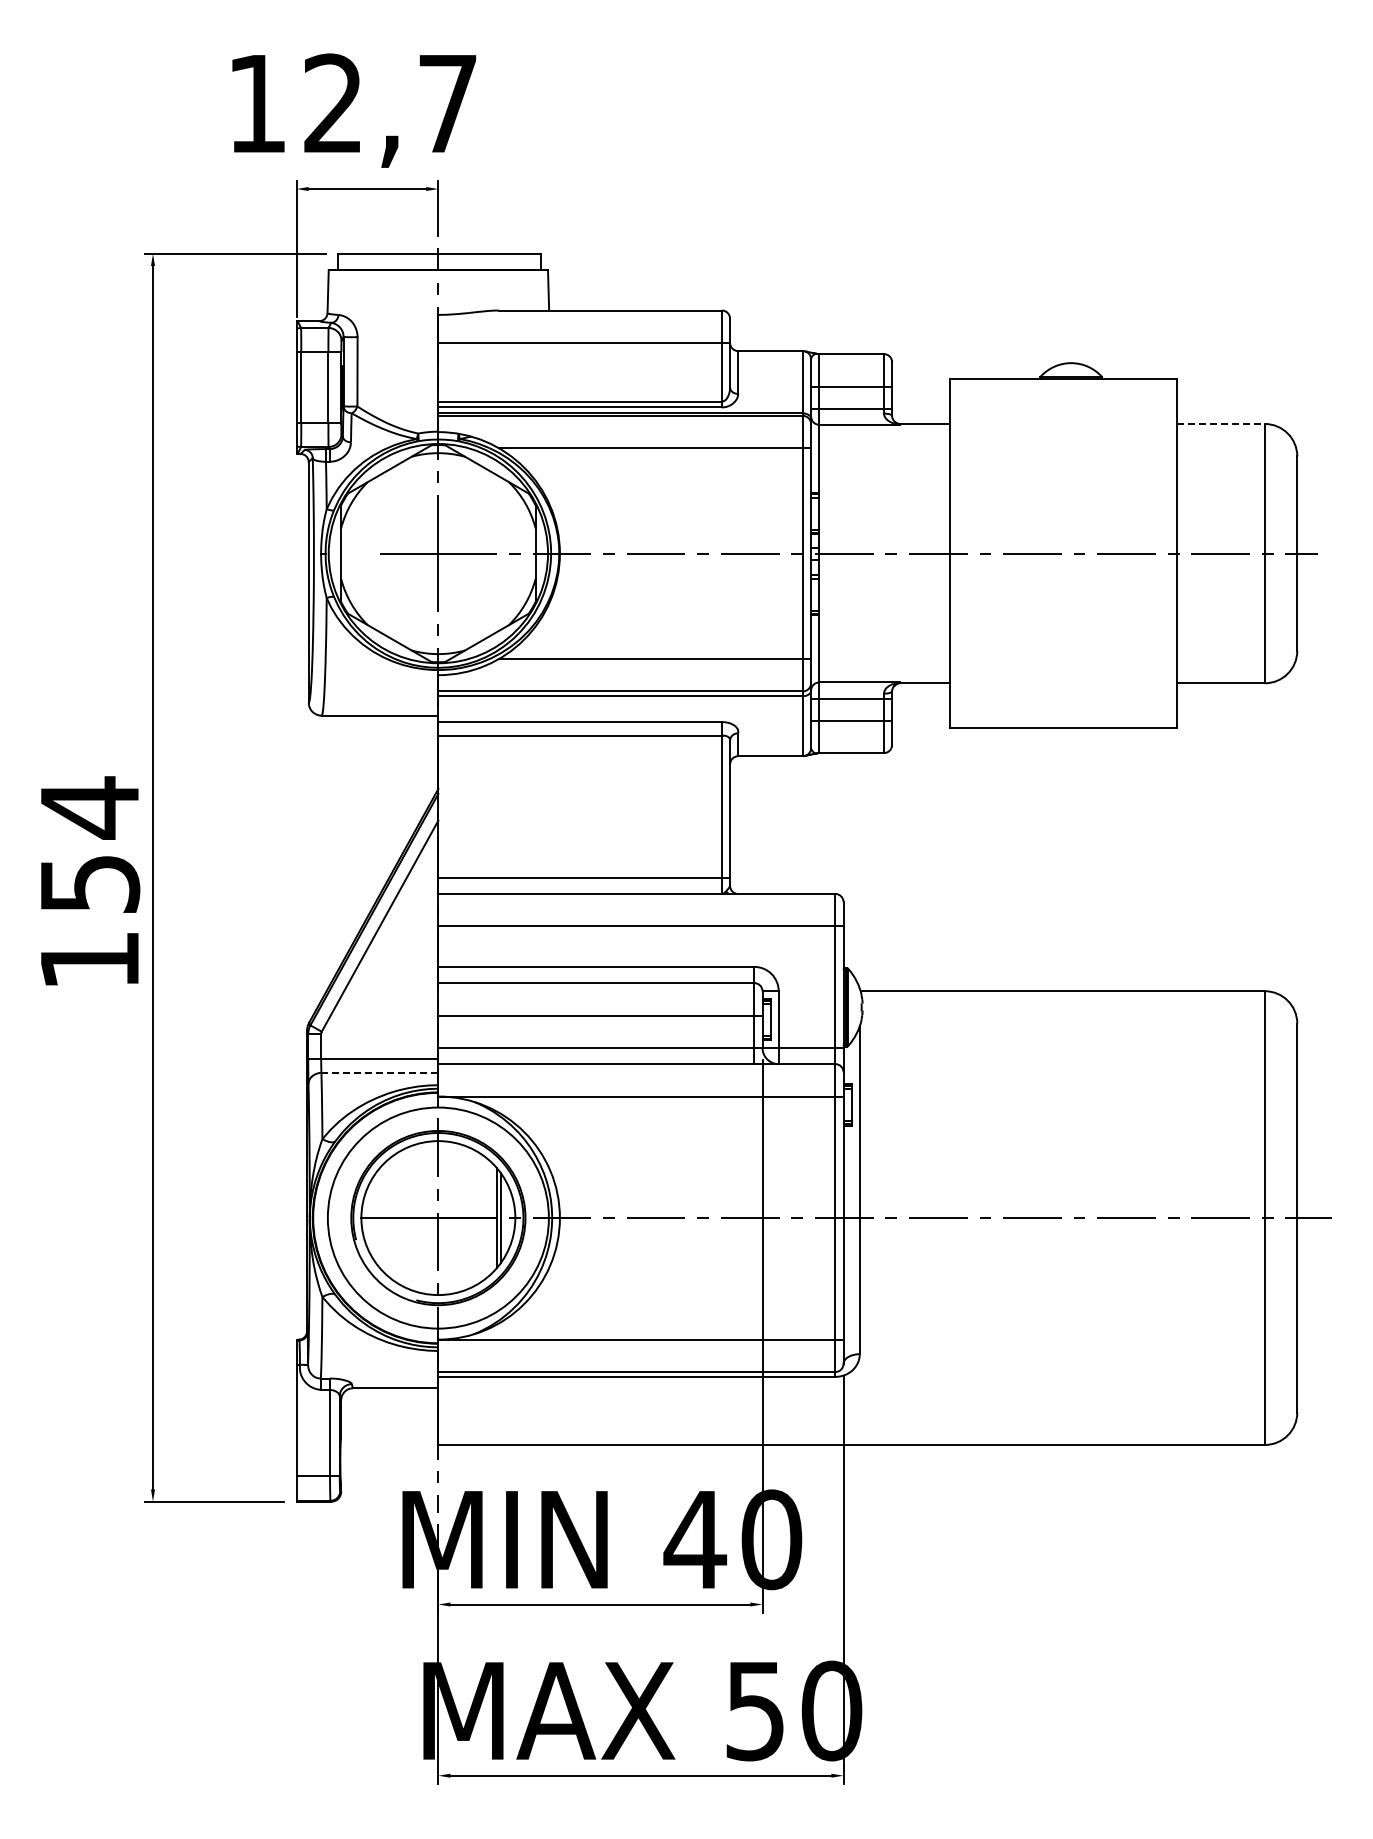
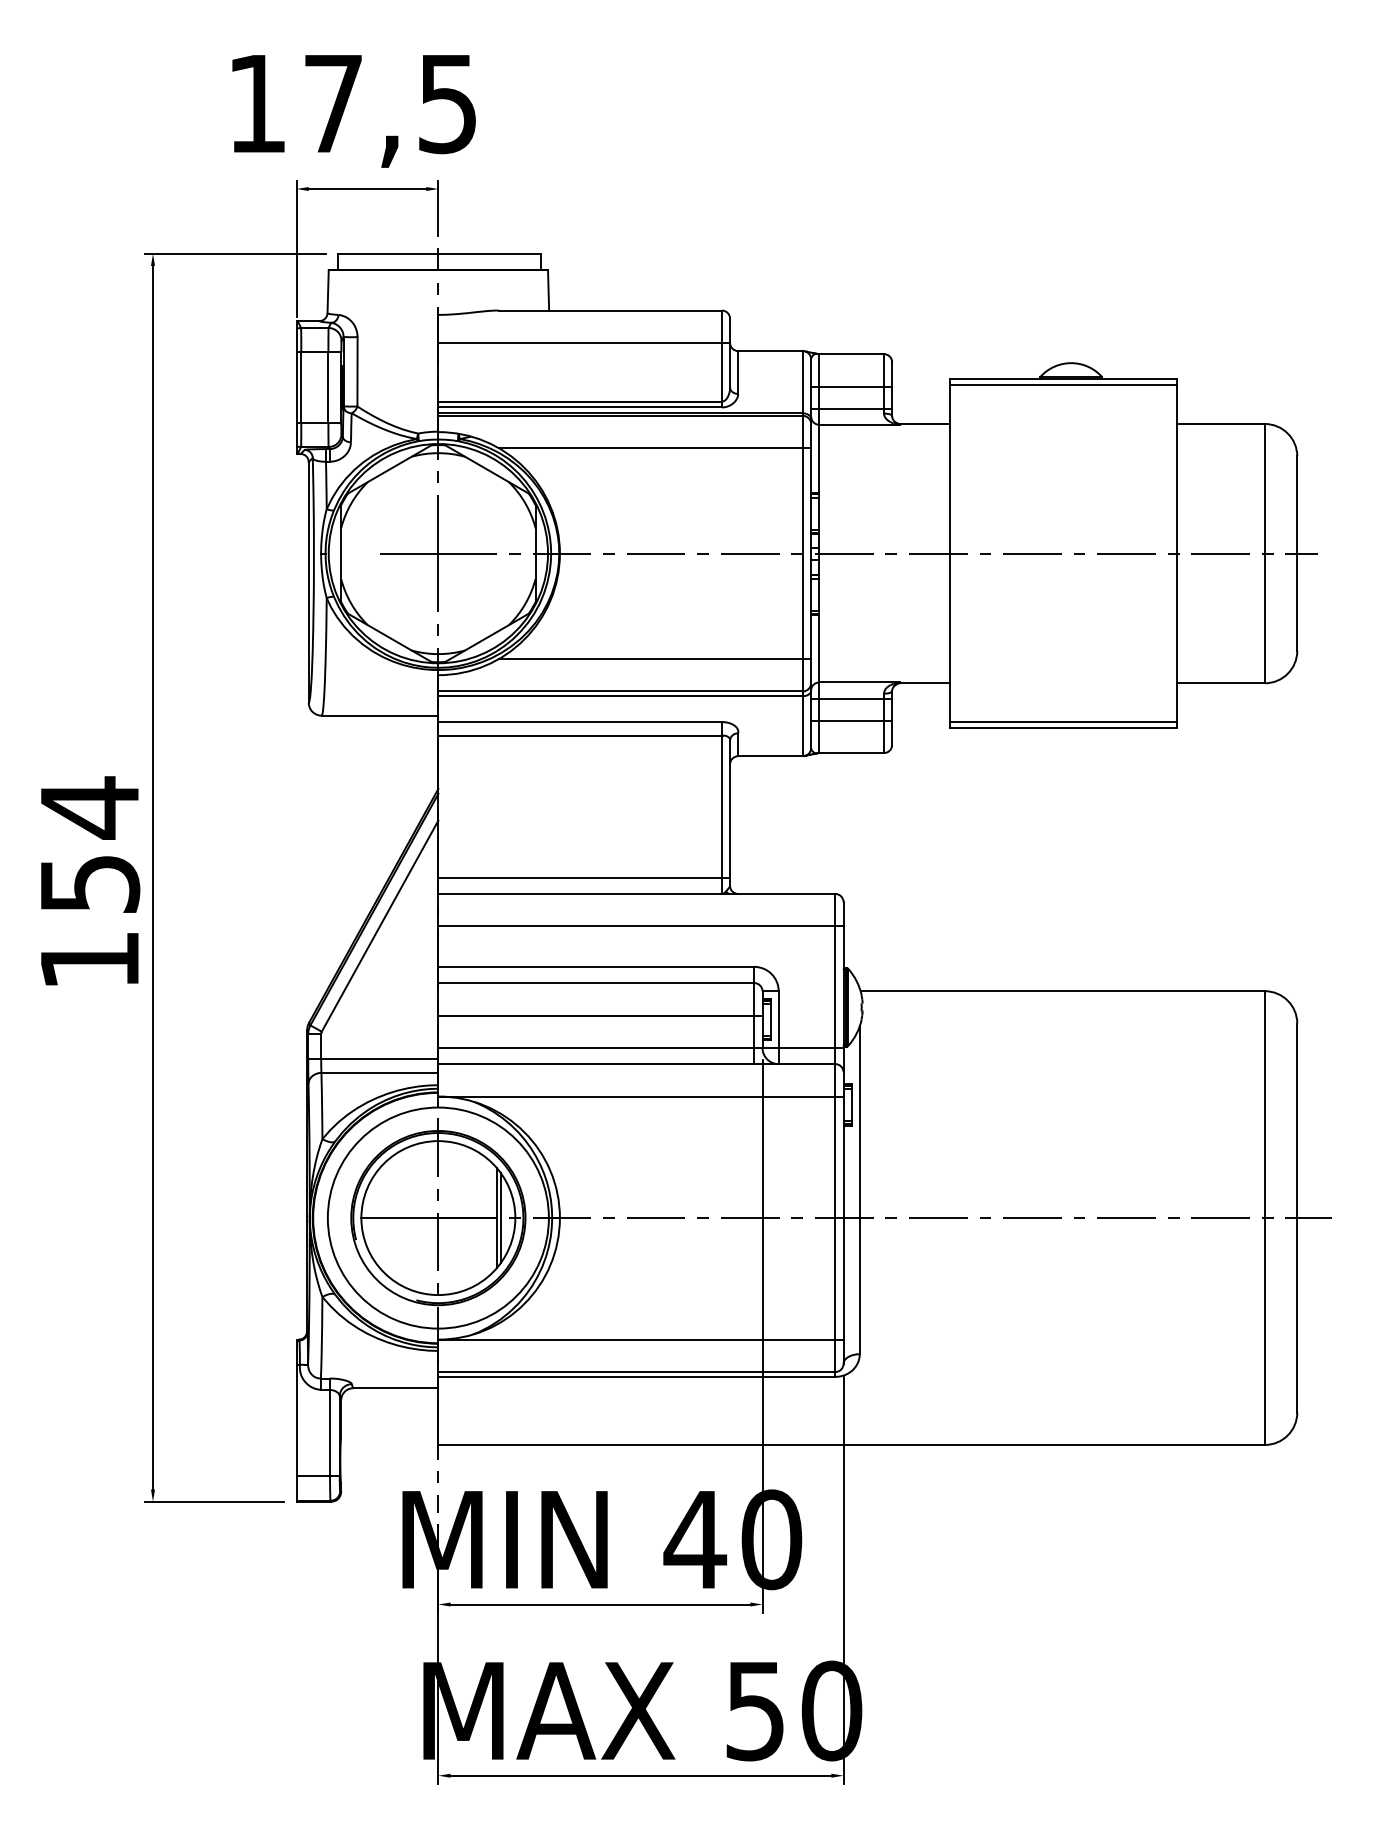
text at (390, 103): 12,7 -> 17,5
line at (1062, 385): none -> present
line at (1221, 424): dashed -> solid
line at (1062, 722): none -> present
line at (380, 1072): dashed -> solid
